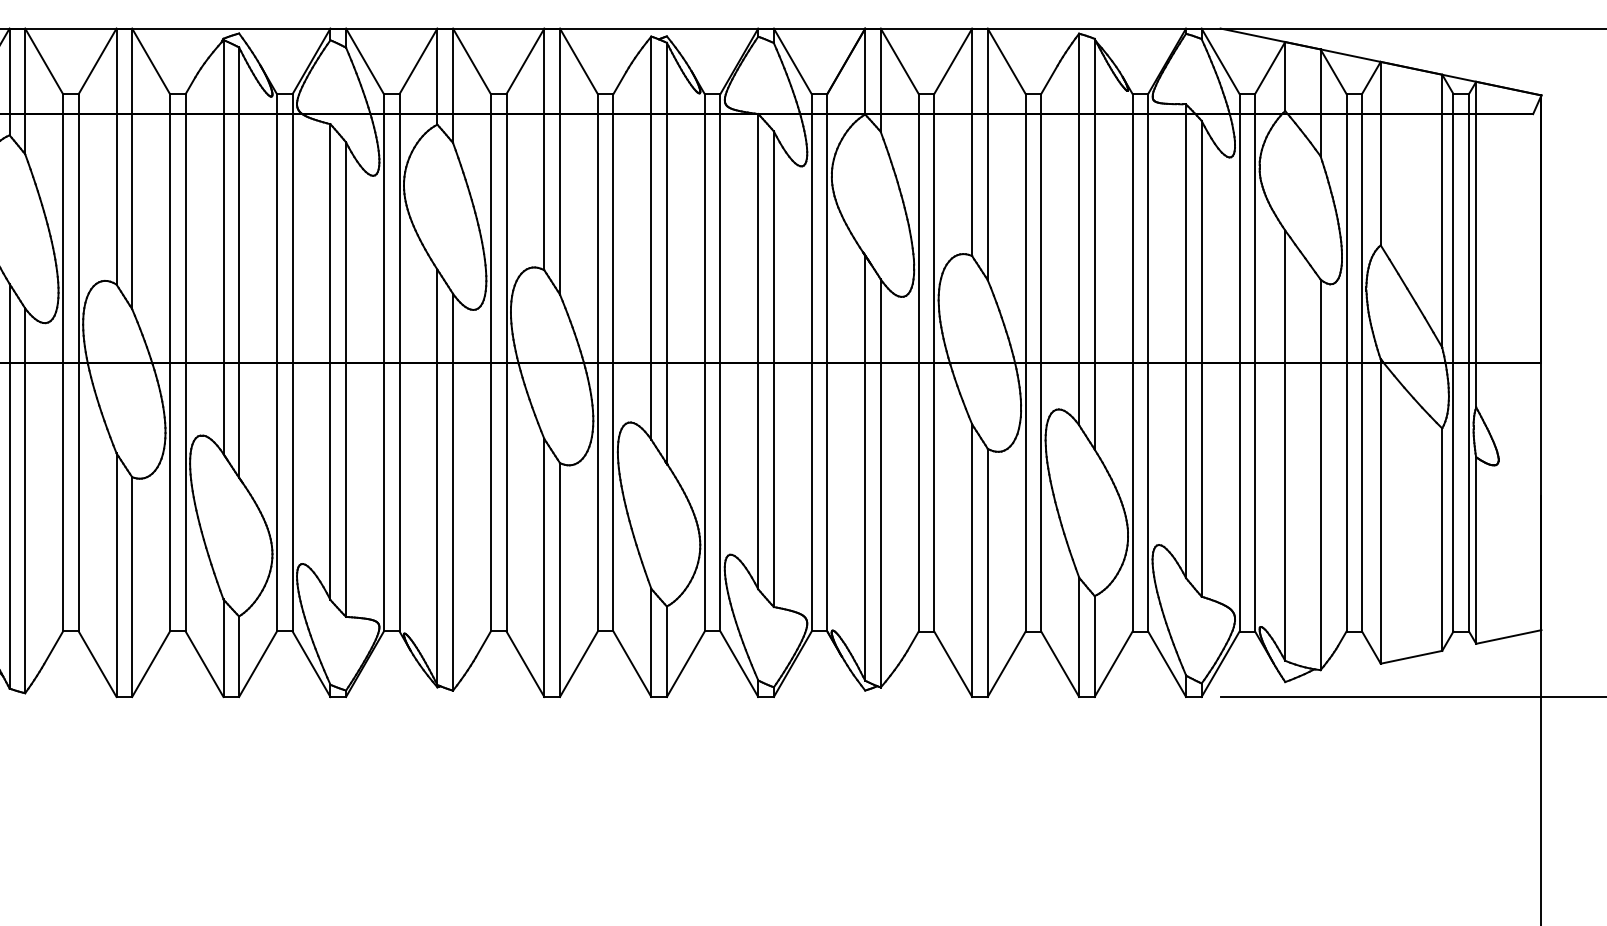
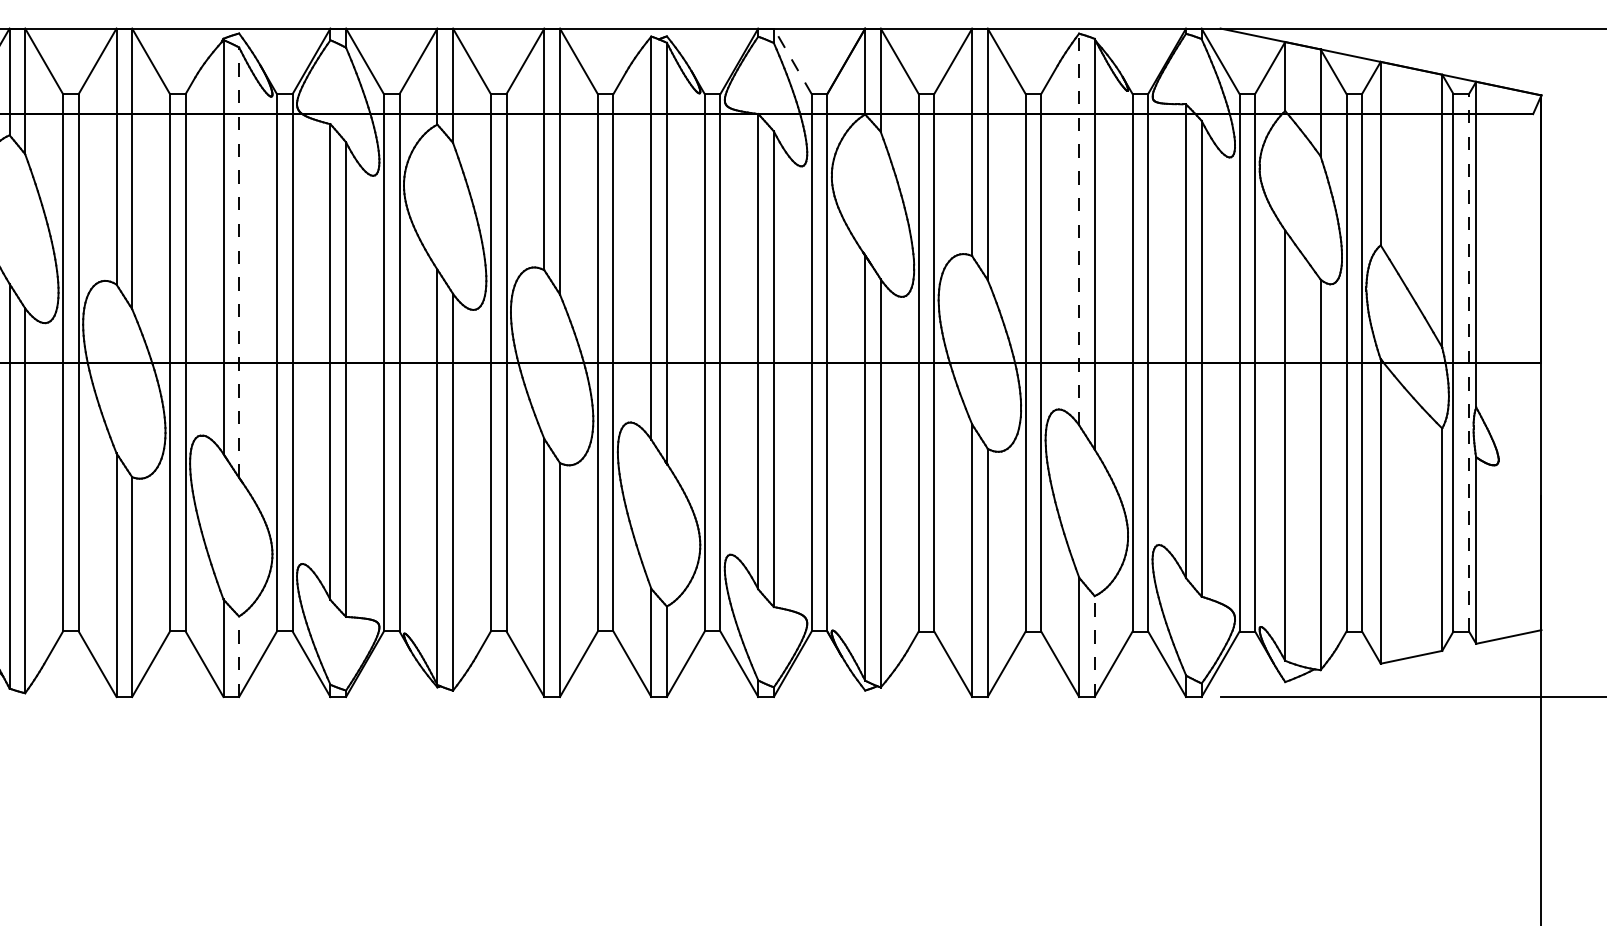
line at (792, 61): solid -> dashed
line at (1079, 229): solid -> dashed
line at (239, 262): solid -> dashed
line at (1468, 362): solid -> dashed
line at (1094, 646): solid -> dashed
line at (239, 656): solid -> dashed
